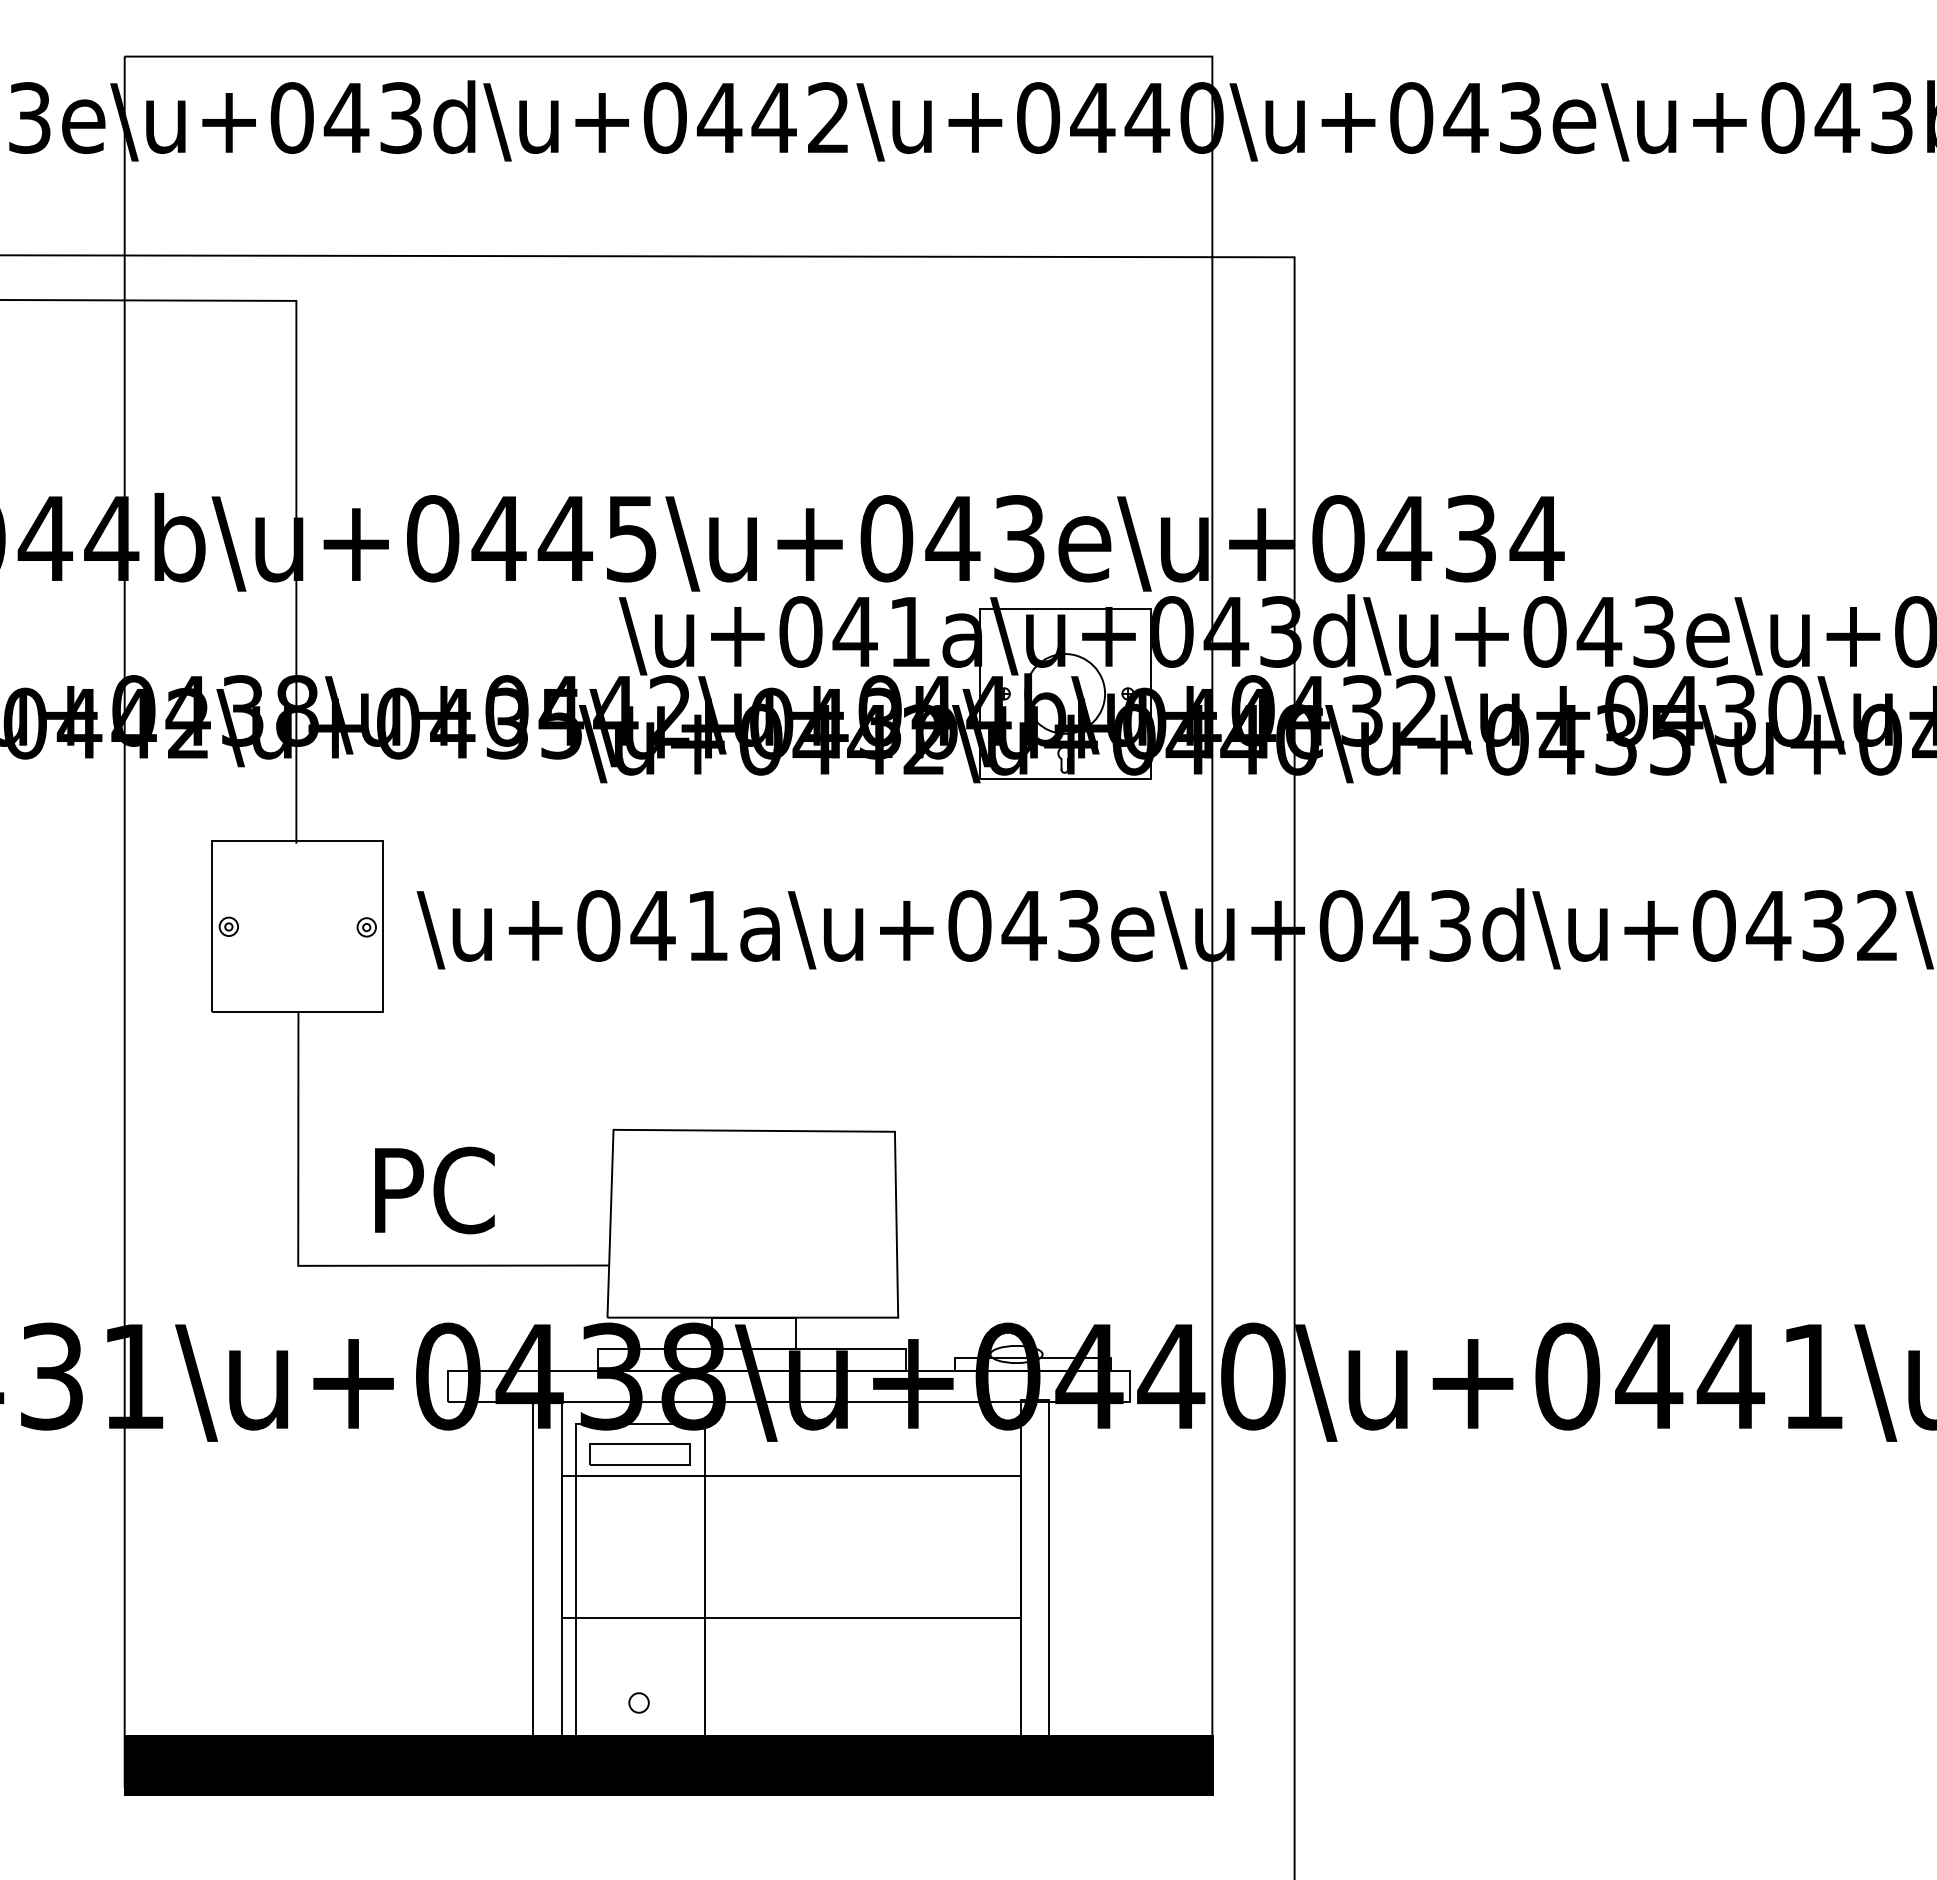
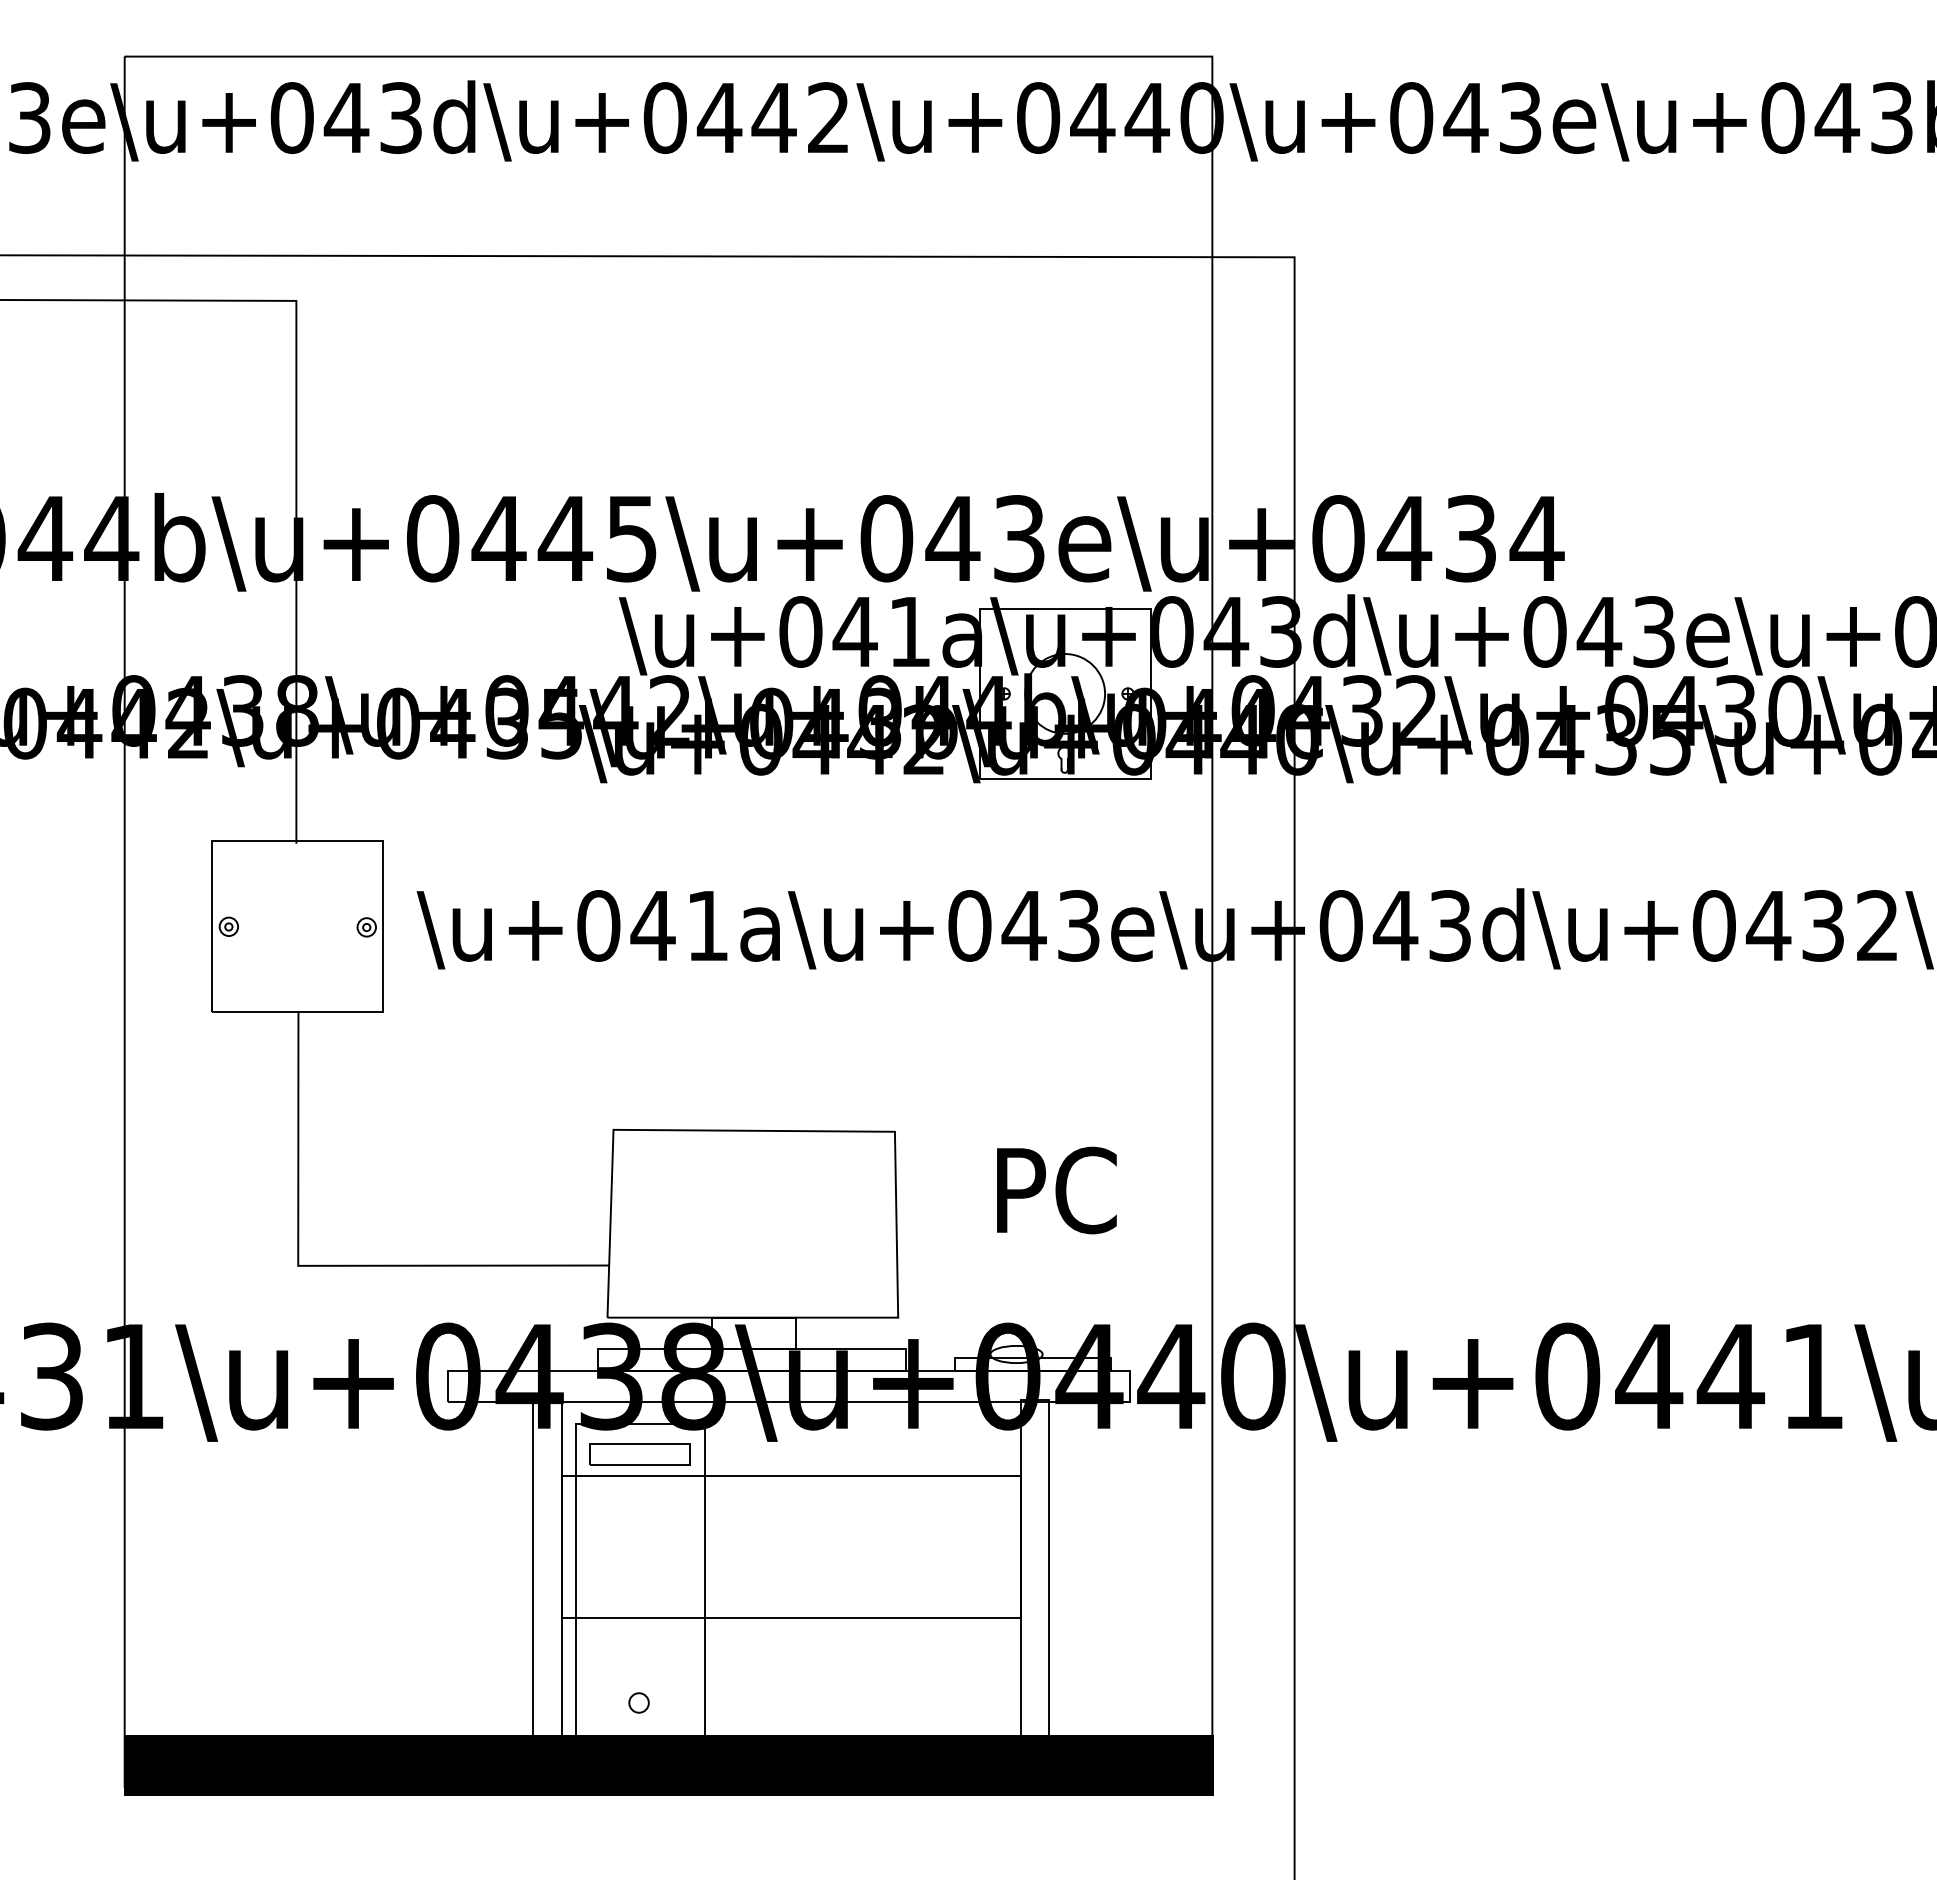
text at (434, 1190) position: (434, 1190) -> (1056, 1190)
